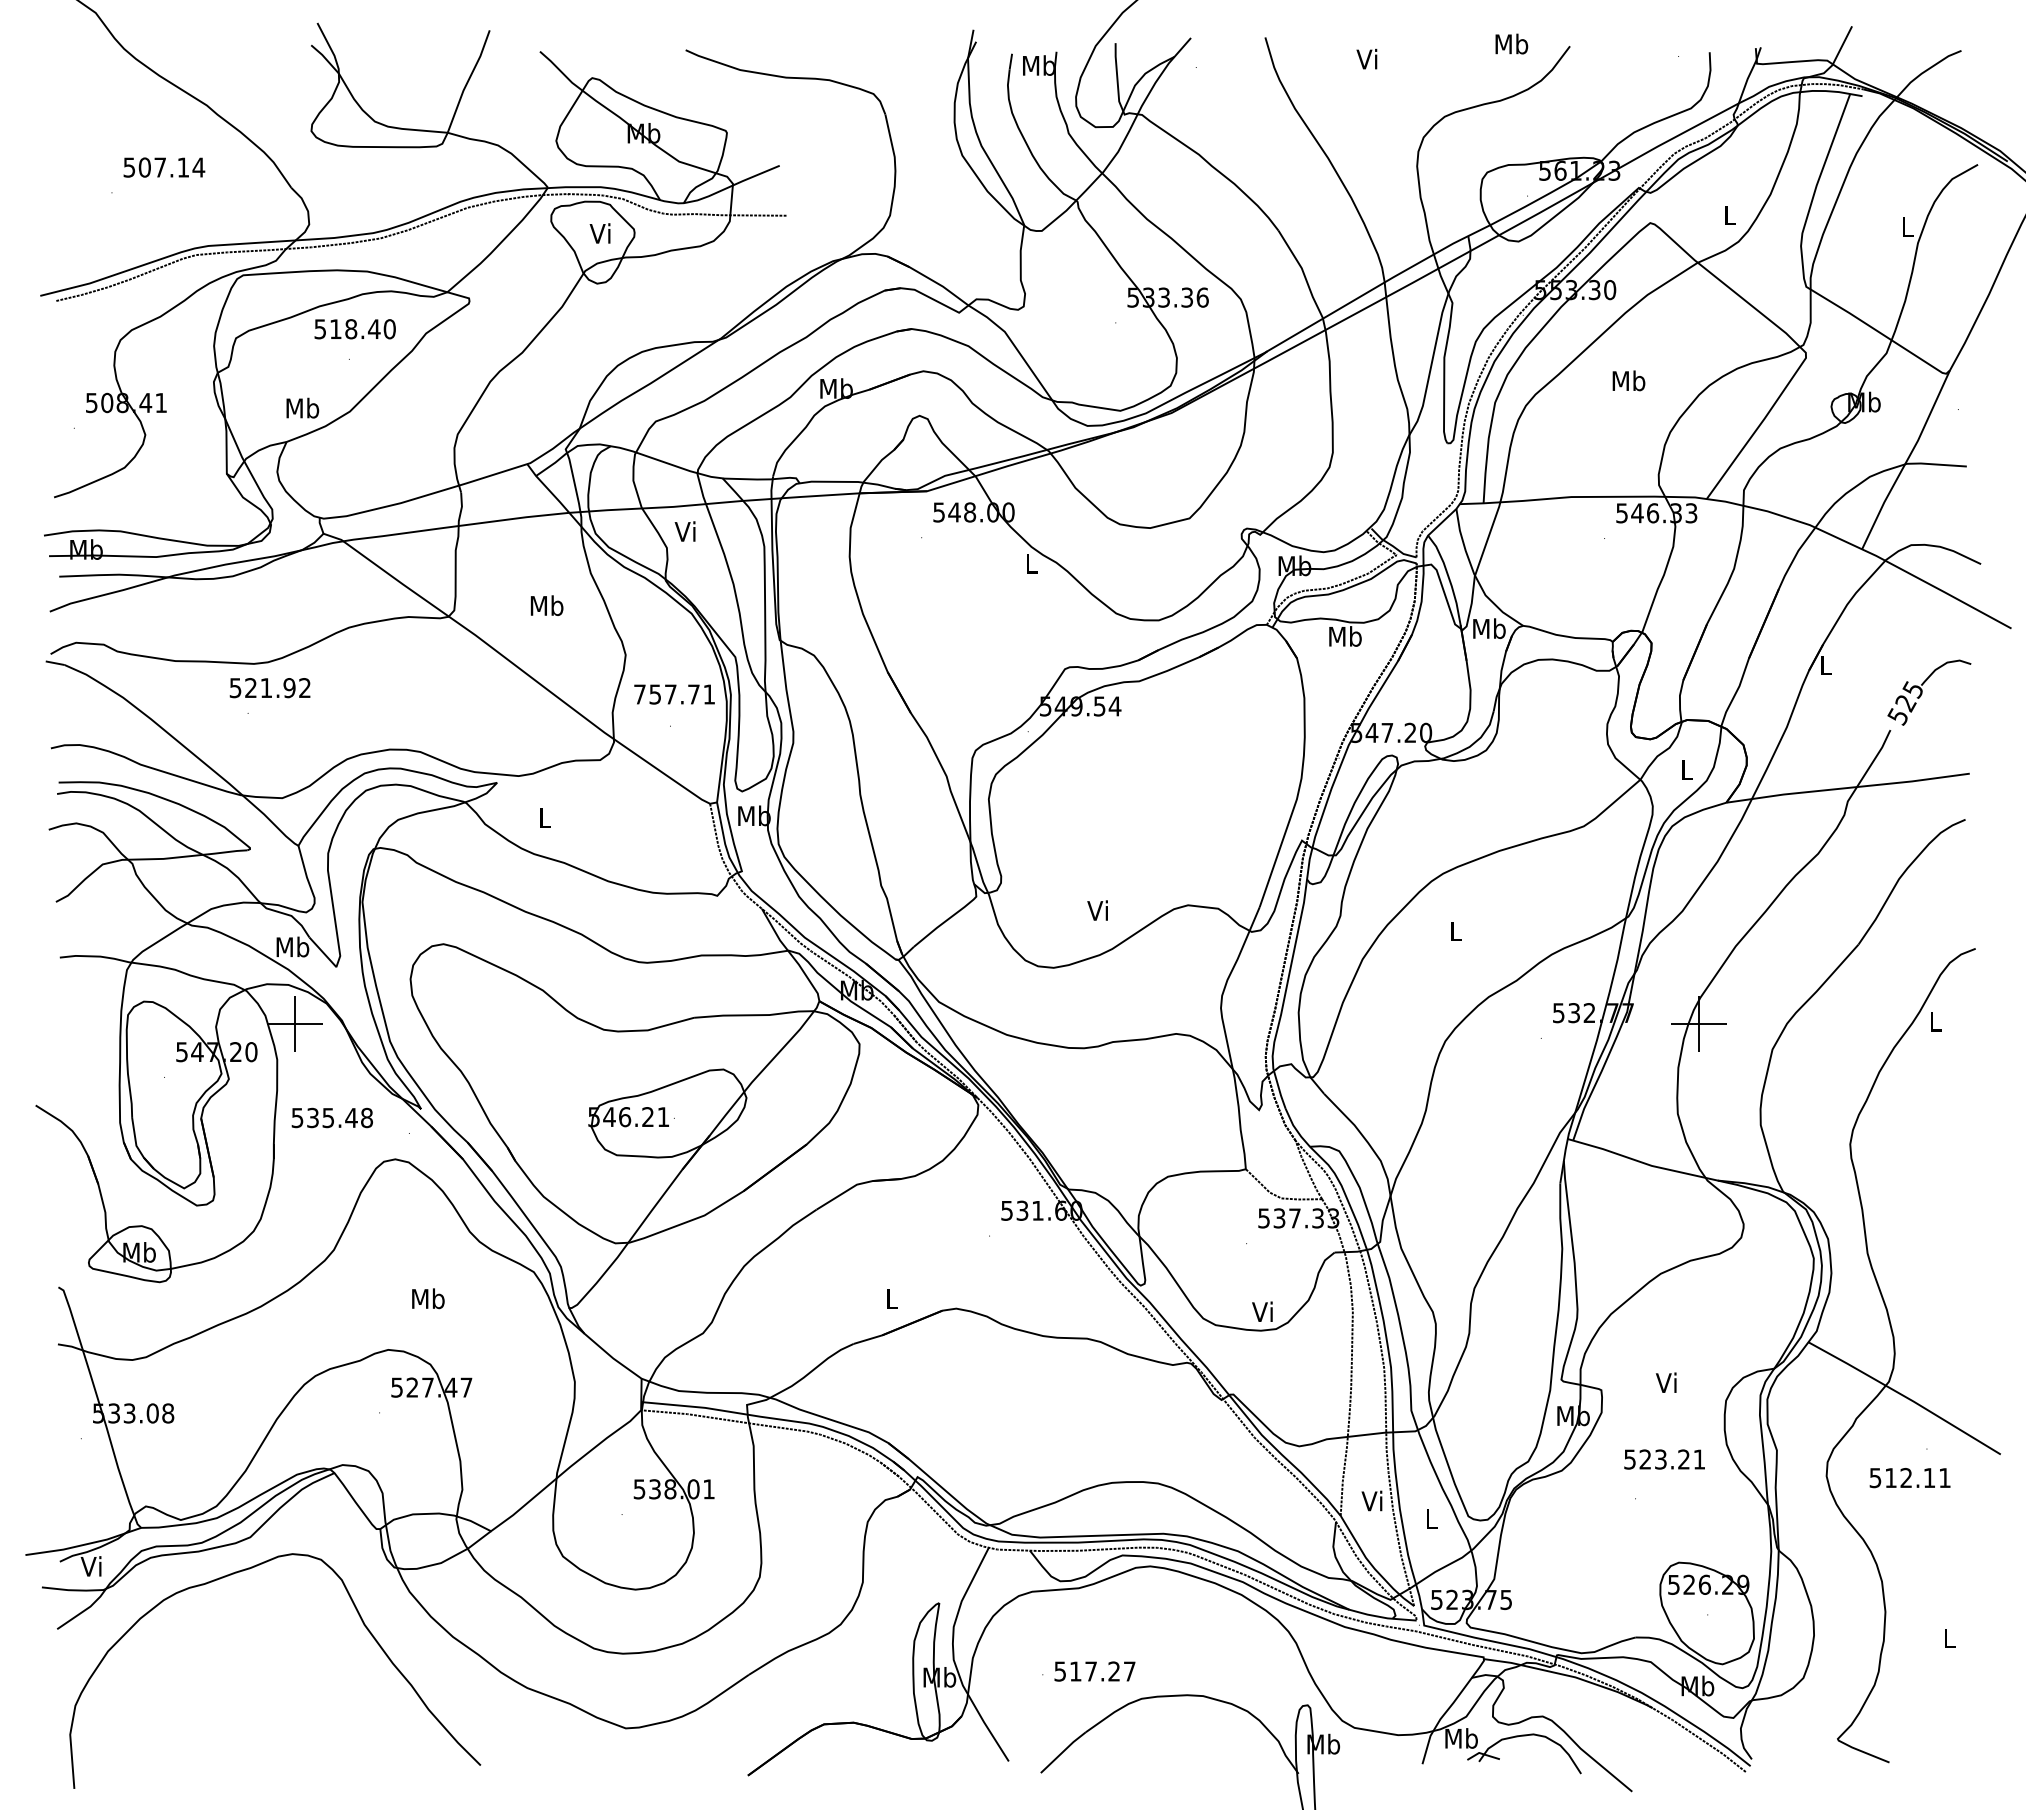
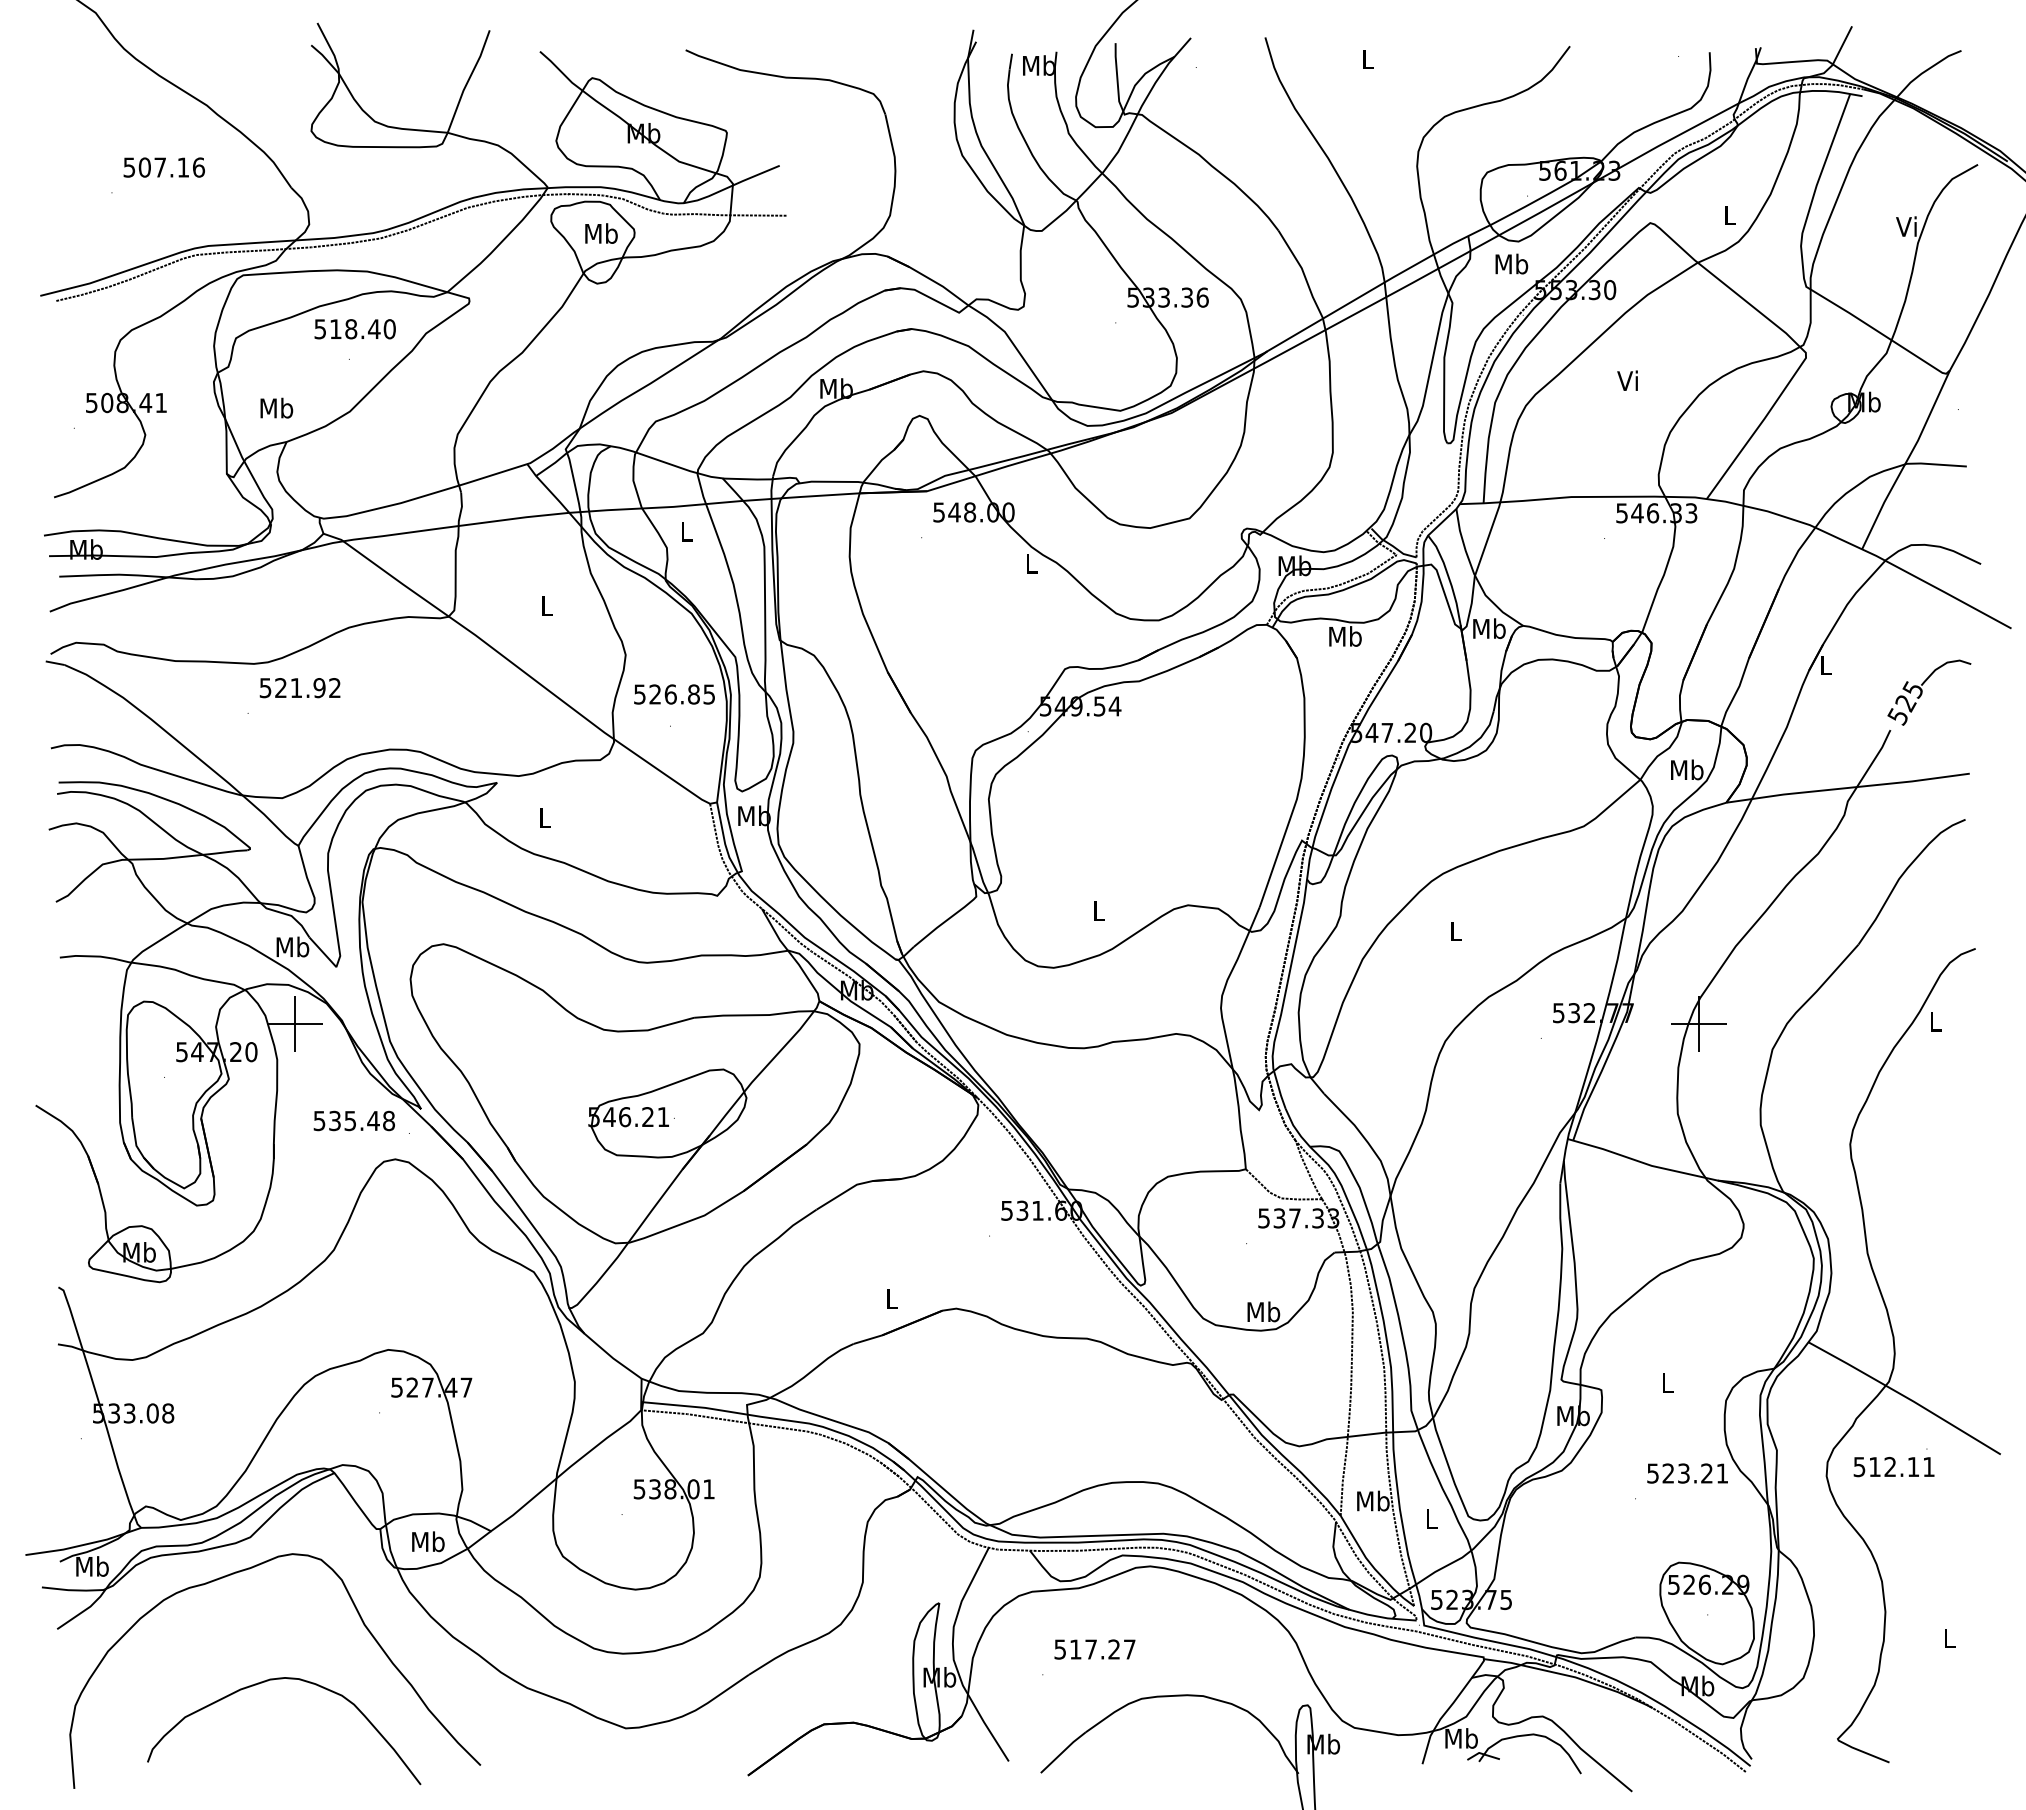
text at (1511, 43) position: (1511, 43) -> (1511, 263)
text at (1366, 58): Vi -> L
text at (198, 167): 507.14 -> 507.16
text at (1906, 226): L -> Vi
text at (601, 233): Vi -> Mb
text at (1628, 380): Mb -> Vi
text at (302, 407) position: (302, 407) -> (276, 407)
text at (684, 531): Vi -> L
text at (546, 605): Mb -> L
text at (269, 688) position: (269, 688) -> (299, 688)
text at (674, 694): 757.71 -> 526.85
text at (1687, 769): L -> Mb
text at (1097, 910): Vi -> L
text at (331, 1117) position: (331, 1117) -> (353, 1120)
text at (428, 1298) position: (428, 1298) -> (428, 1541)
text at (1263, 1311): Vi -> Mb
text at (1665, 1382): Vi -> L
text at (1664, 1459) position: (1664, 1459) -> (1687, 1473)
text at (1909, 1478) position: (1909, 1478) -> (1893, 1467)
text at (1373, 1500): Vi -> Mb
text at (92, 1566): Vi -> Mb
text at (1094, 1671) position: (1094, 1671) -> (1094, 1649)
curve at (282, 1679): none -> present
